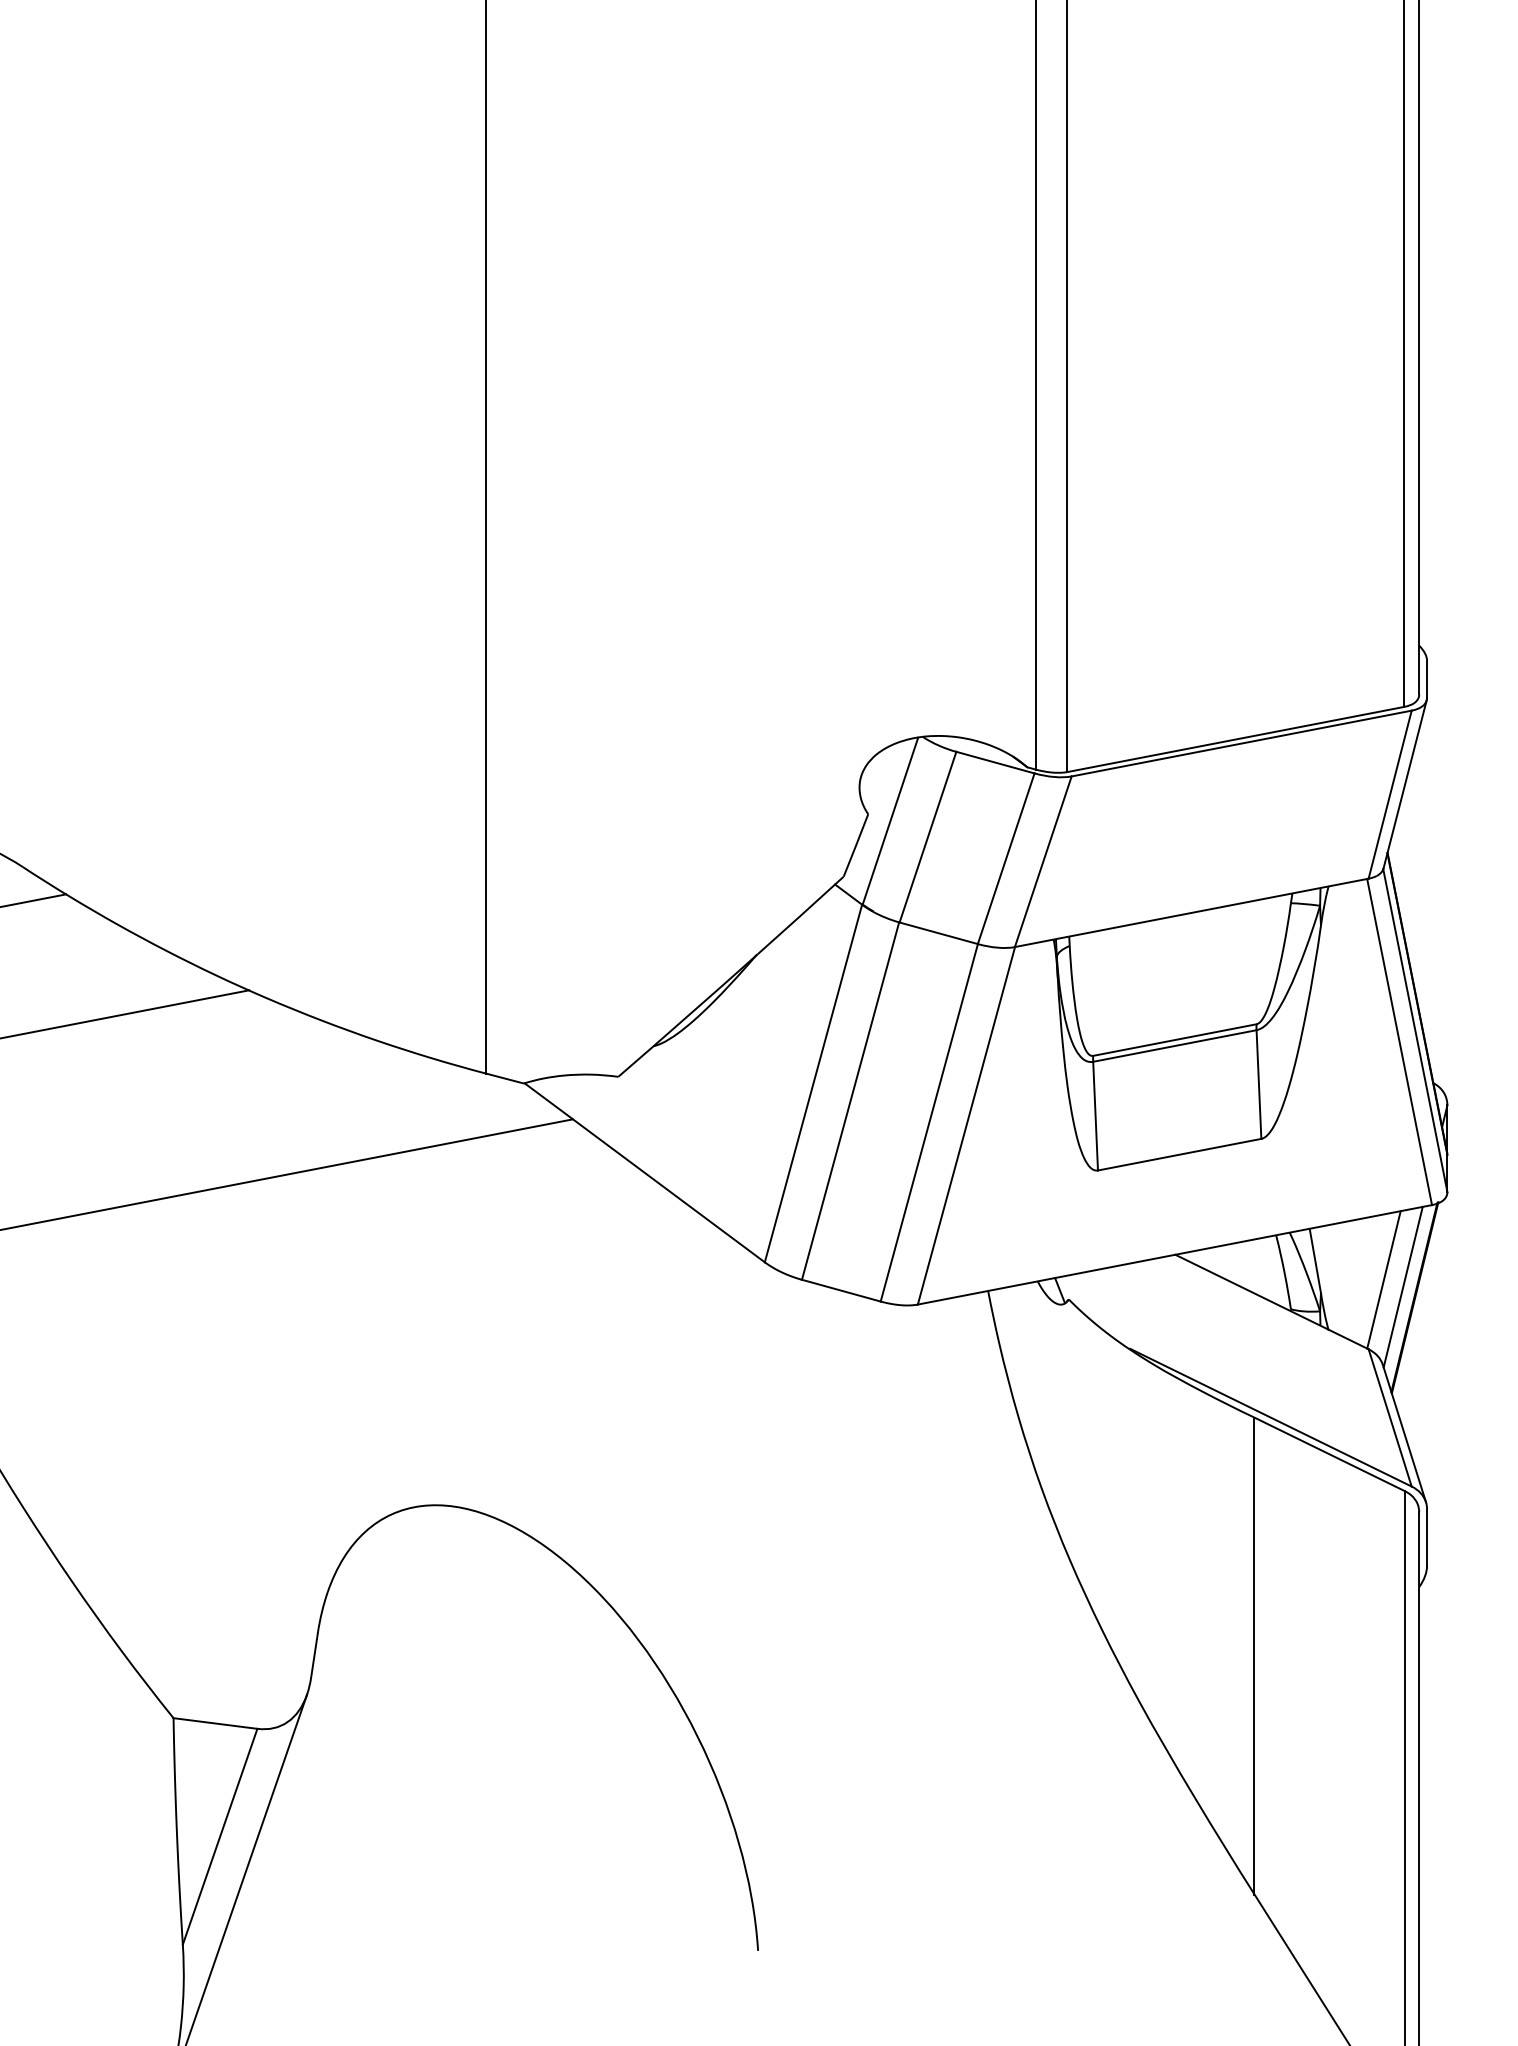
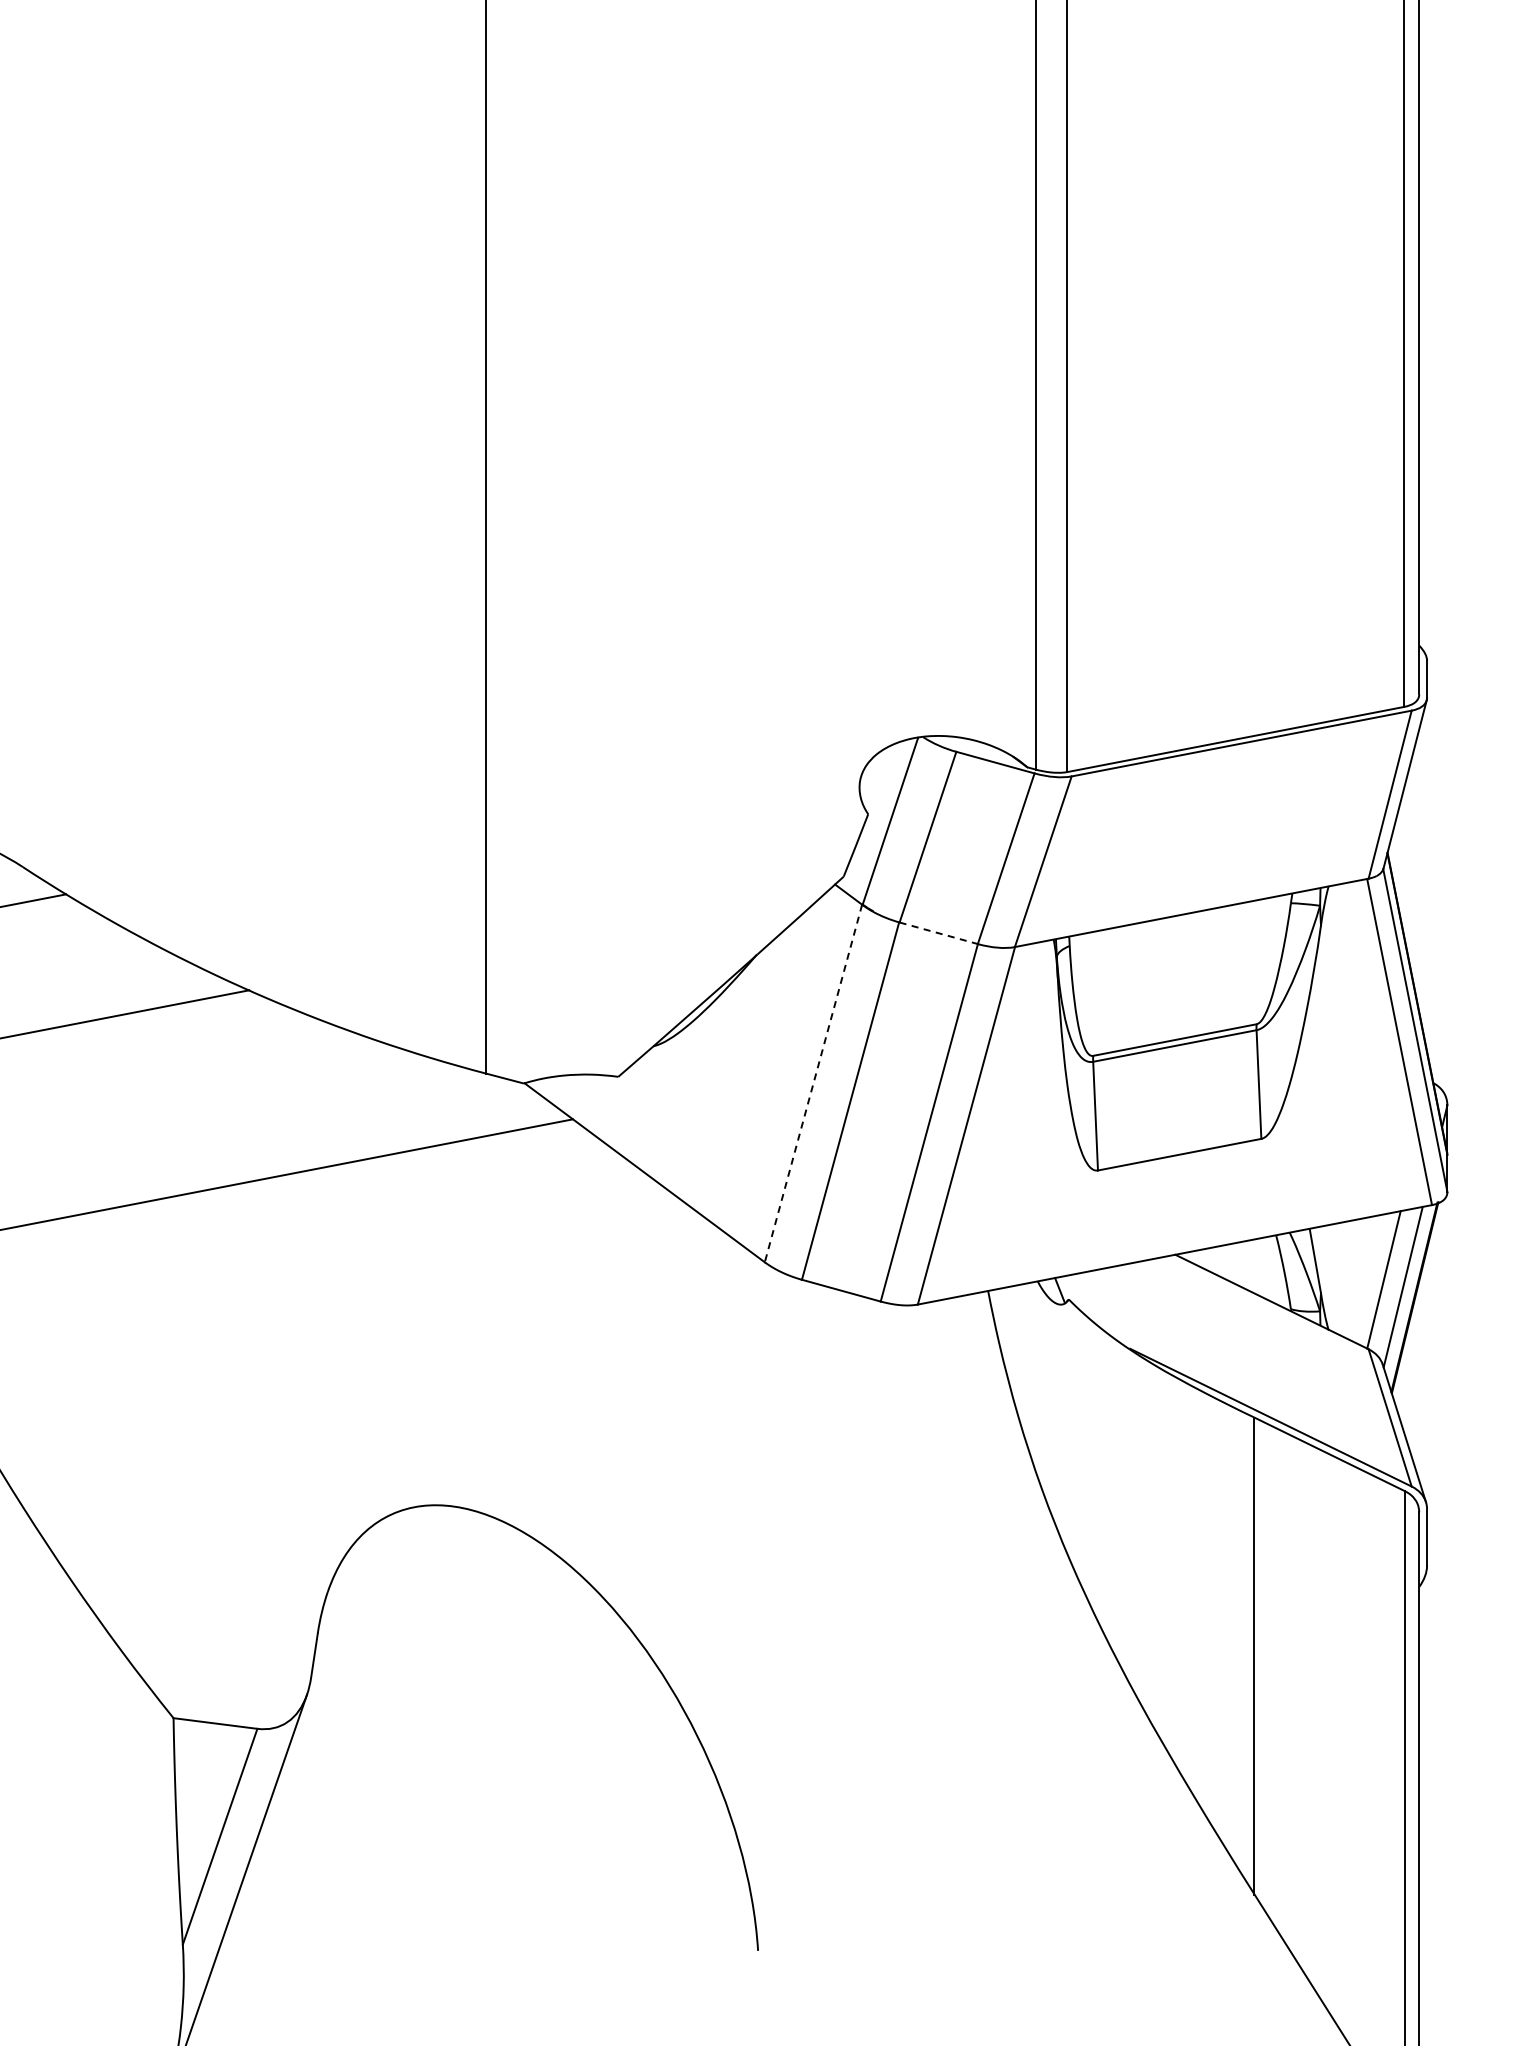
line at (938, 933): solid -> dashed
line at (813, 1083): solid -> dashed
